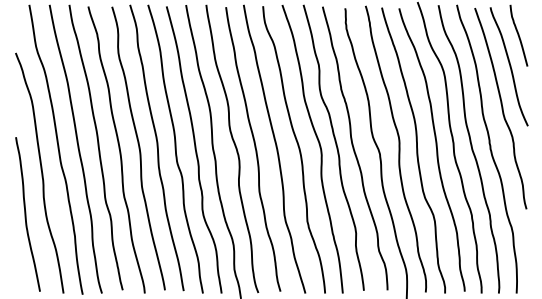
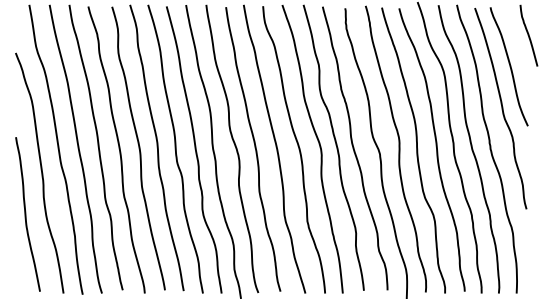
curve at (518, 35) position: (518, 35) -> (528, 35)
